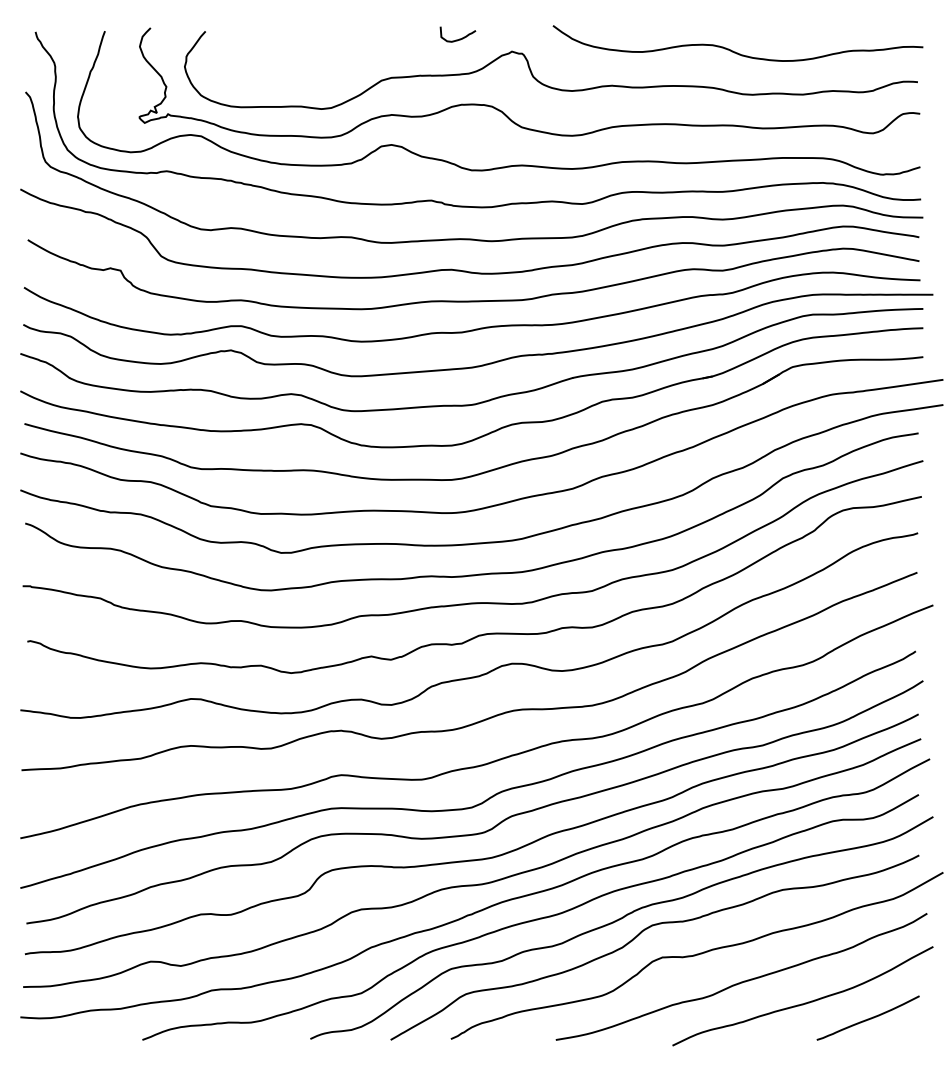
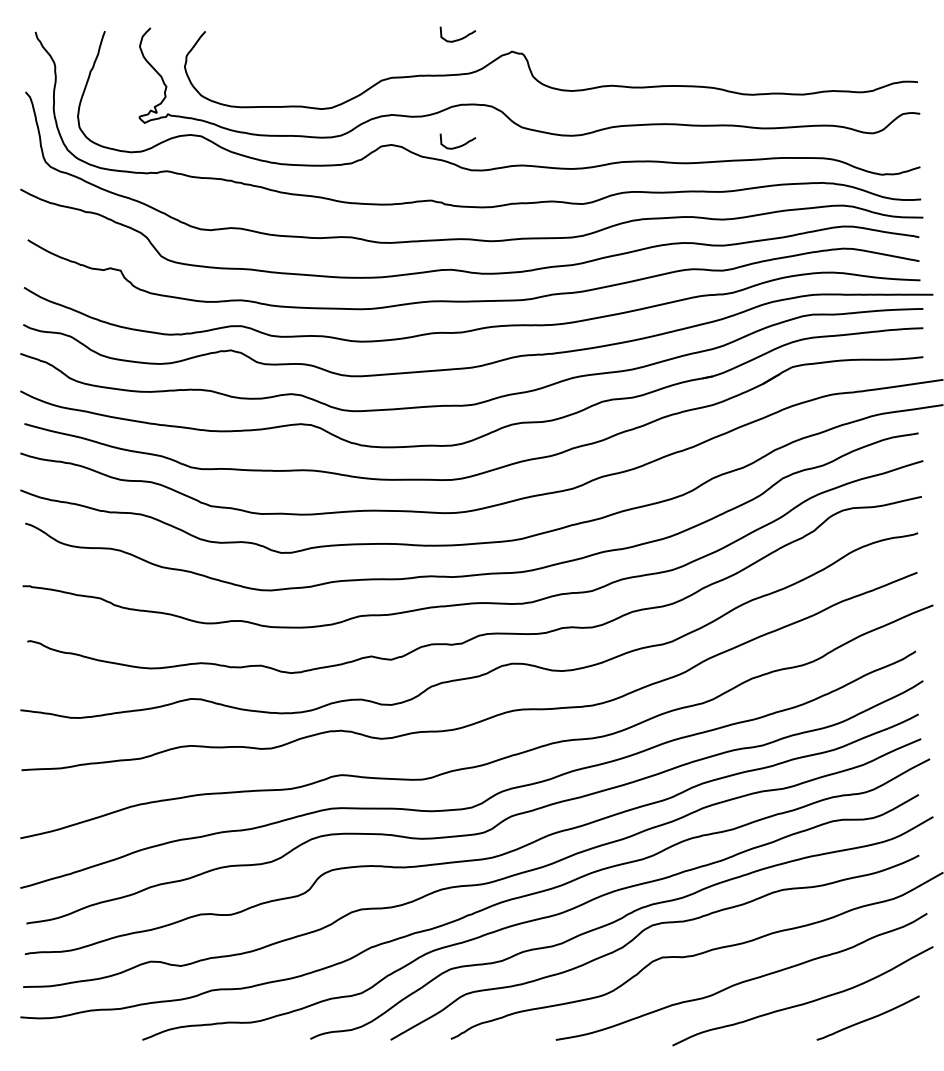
curve at (733, 50): present -> none
curve at (459, 145): none -> present
